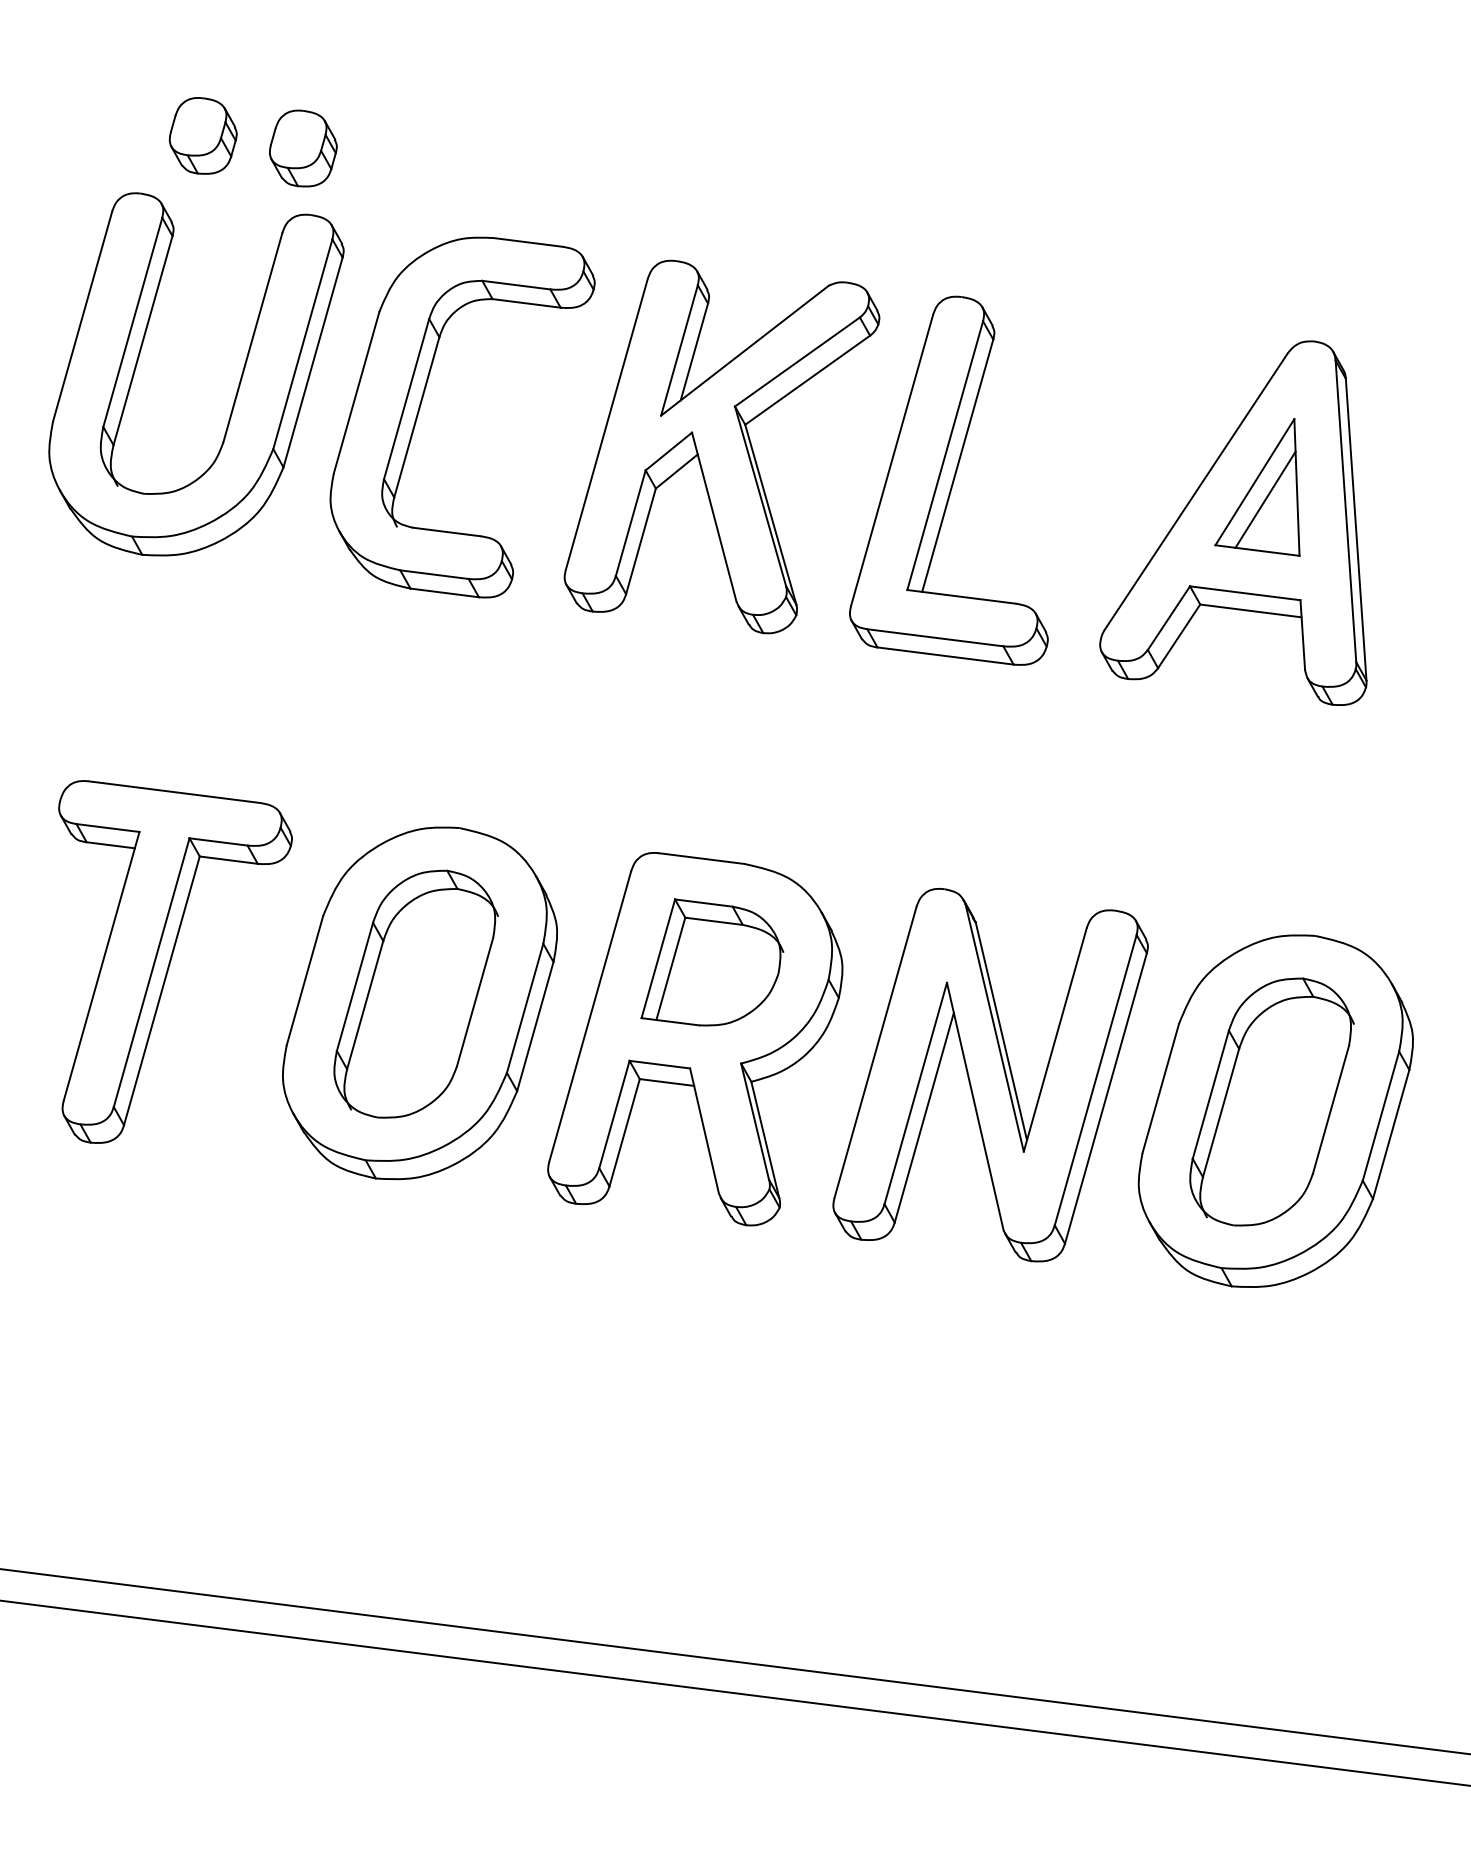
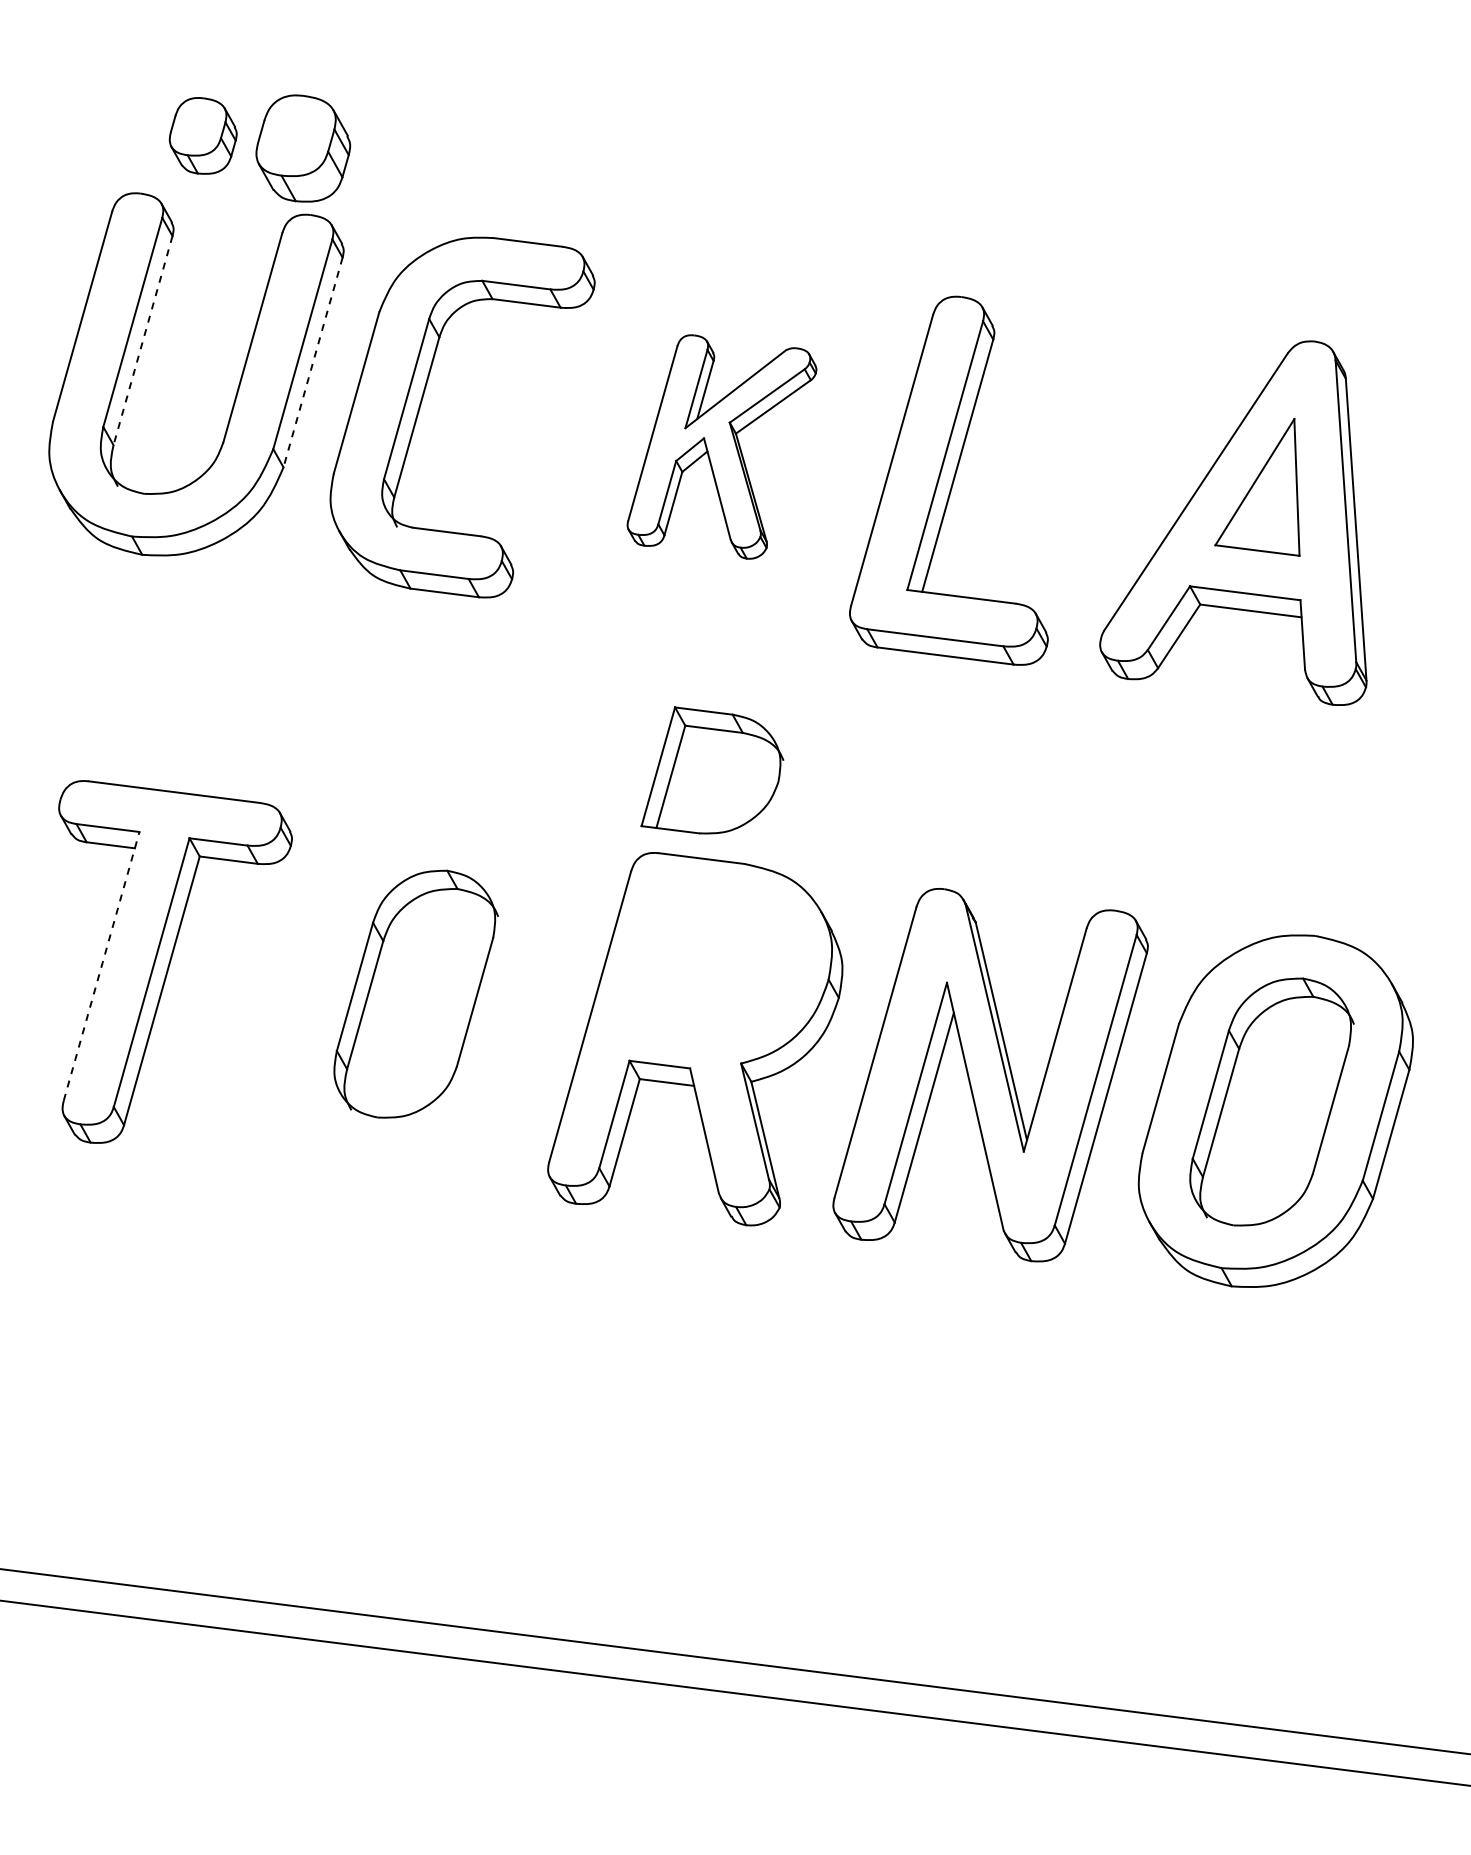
part at (303, 148) size: 69x79 px -> 97x109 px
line at (143, 340): solid -> dashed
line at (313, 362): solid -> dashed
part at (721, 446) size: 318x376 px -> 192x226 px
line at (1265, 499): present -> none
part at (712, 962) position: (712, 962) -> (712, 770)
line at (101, 966): solid -> dashed
part at (419, 1003): present -> none
